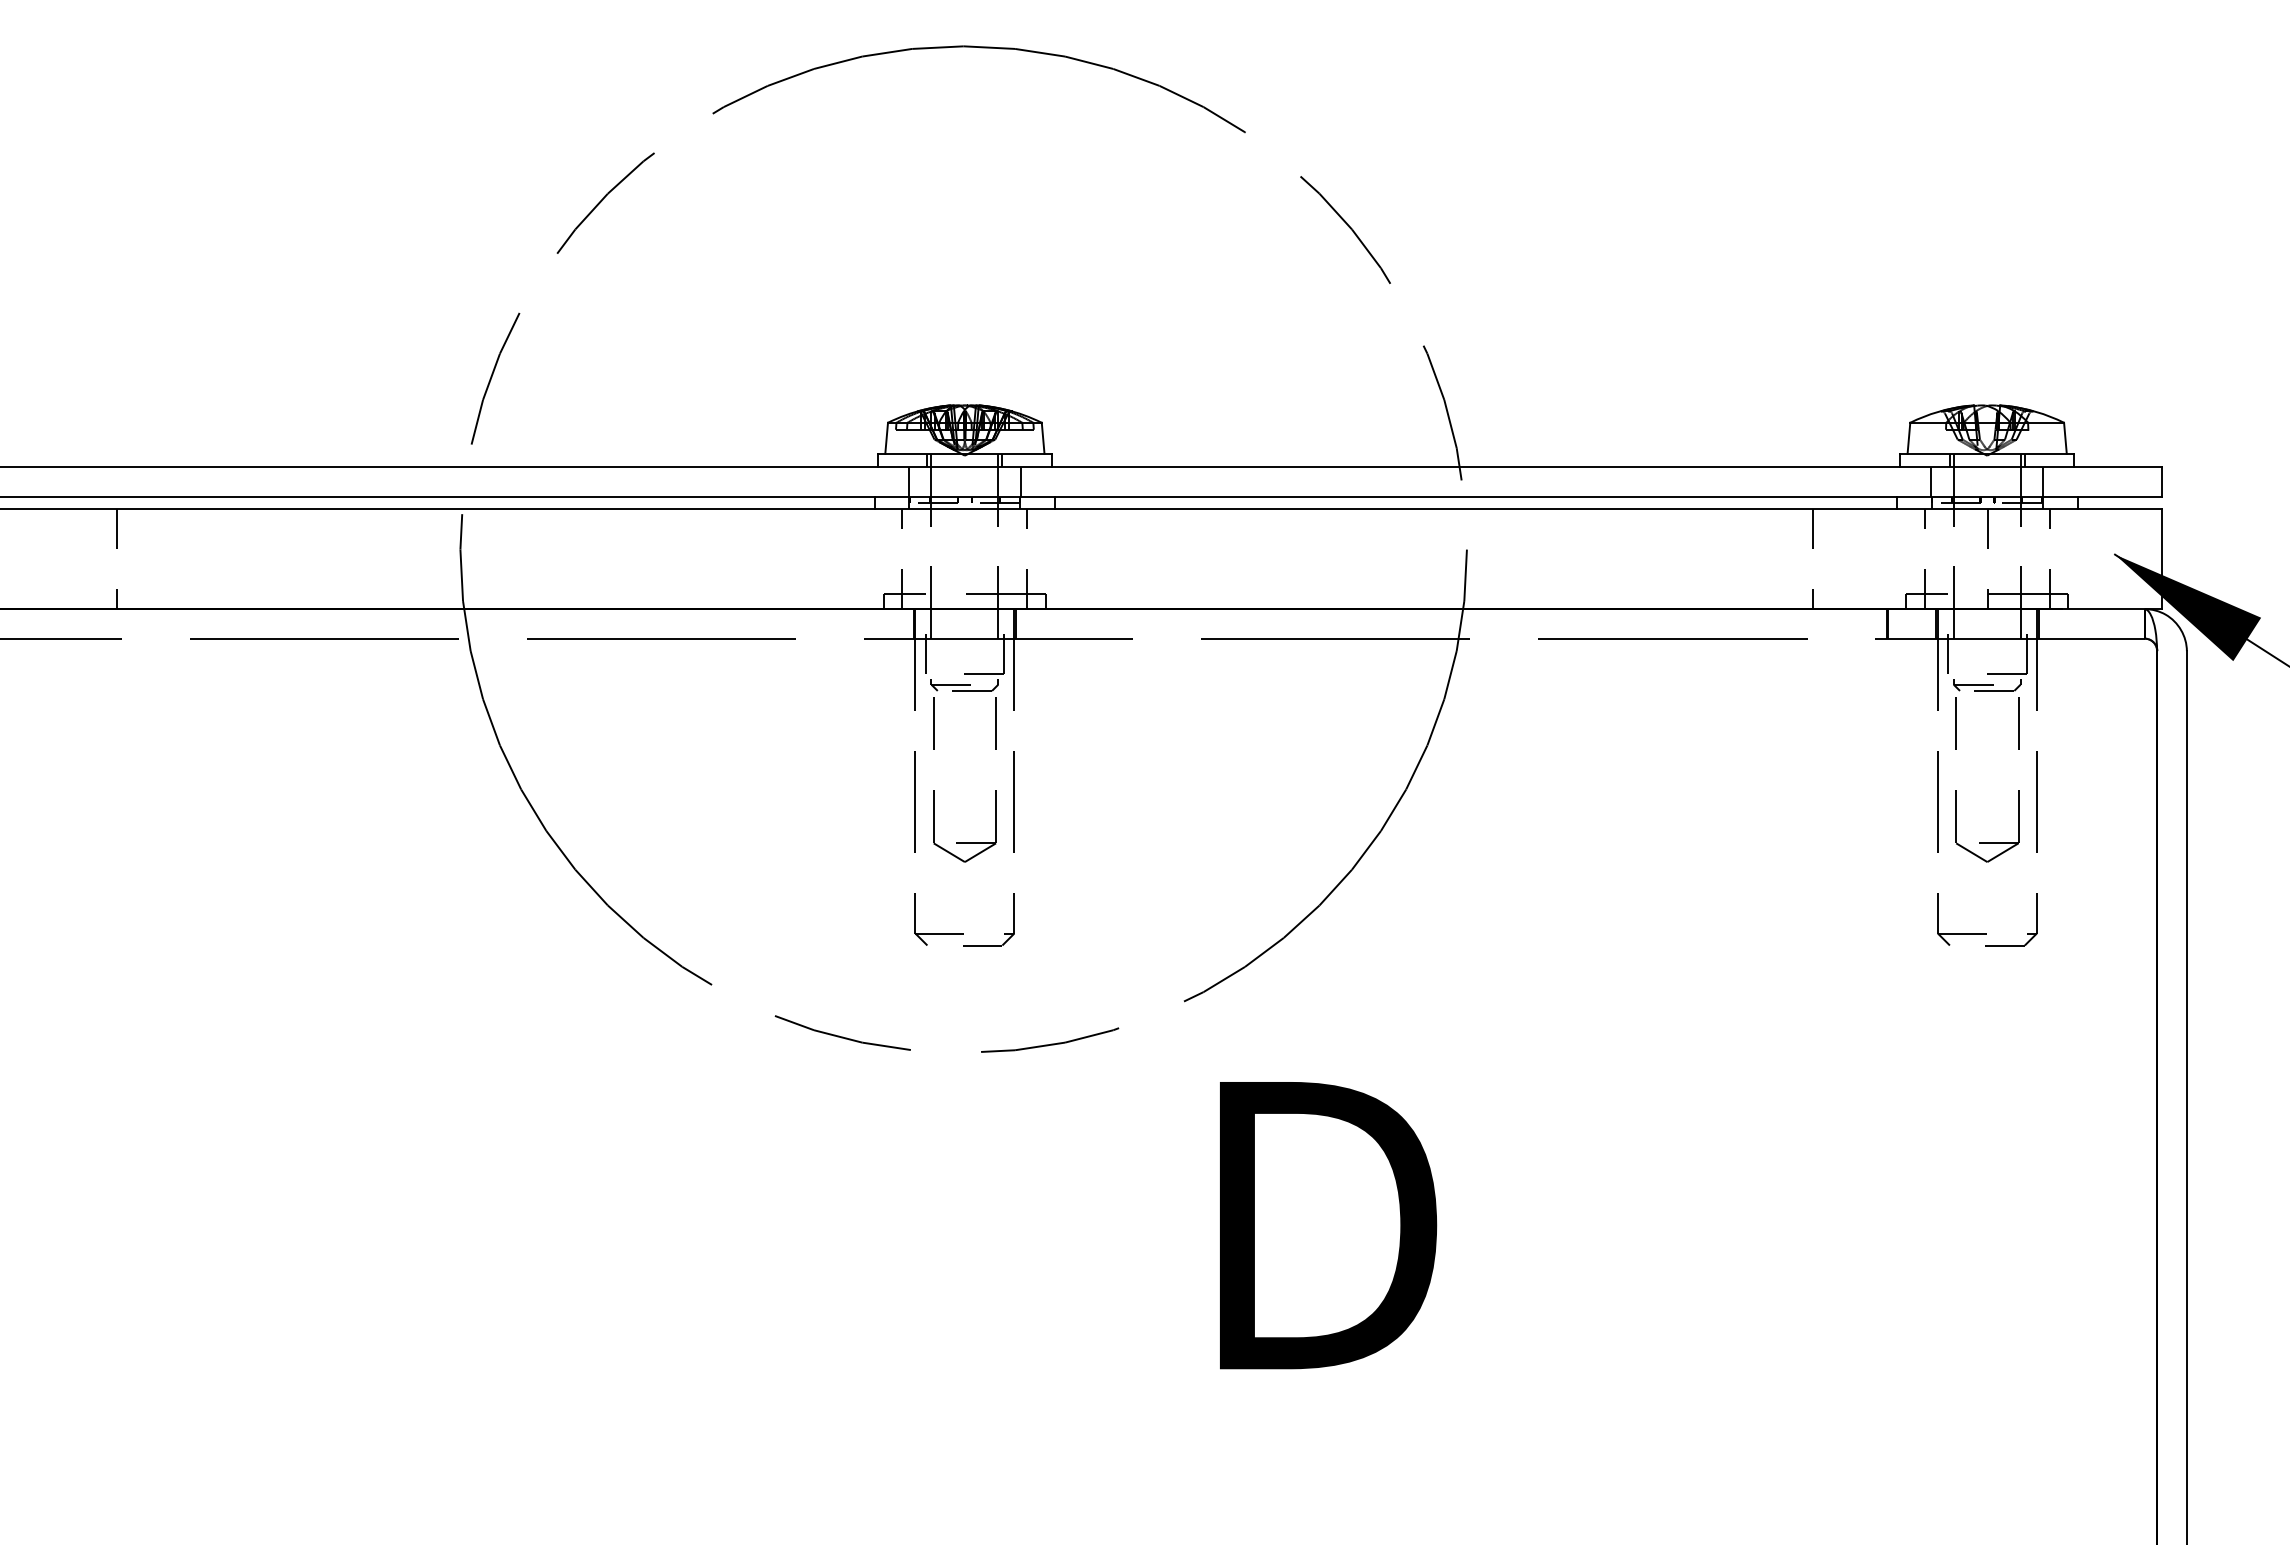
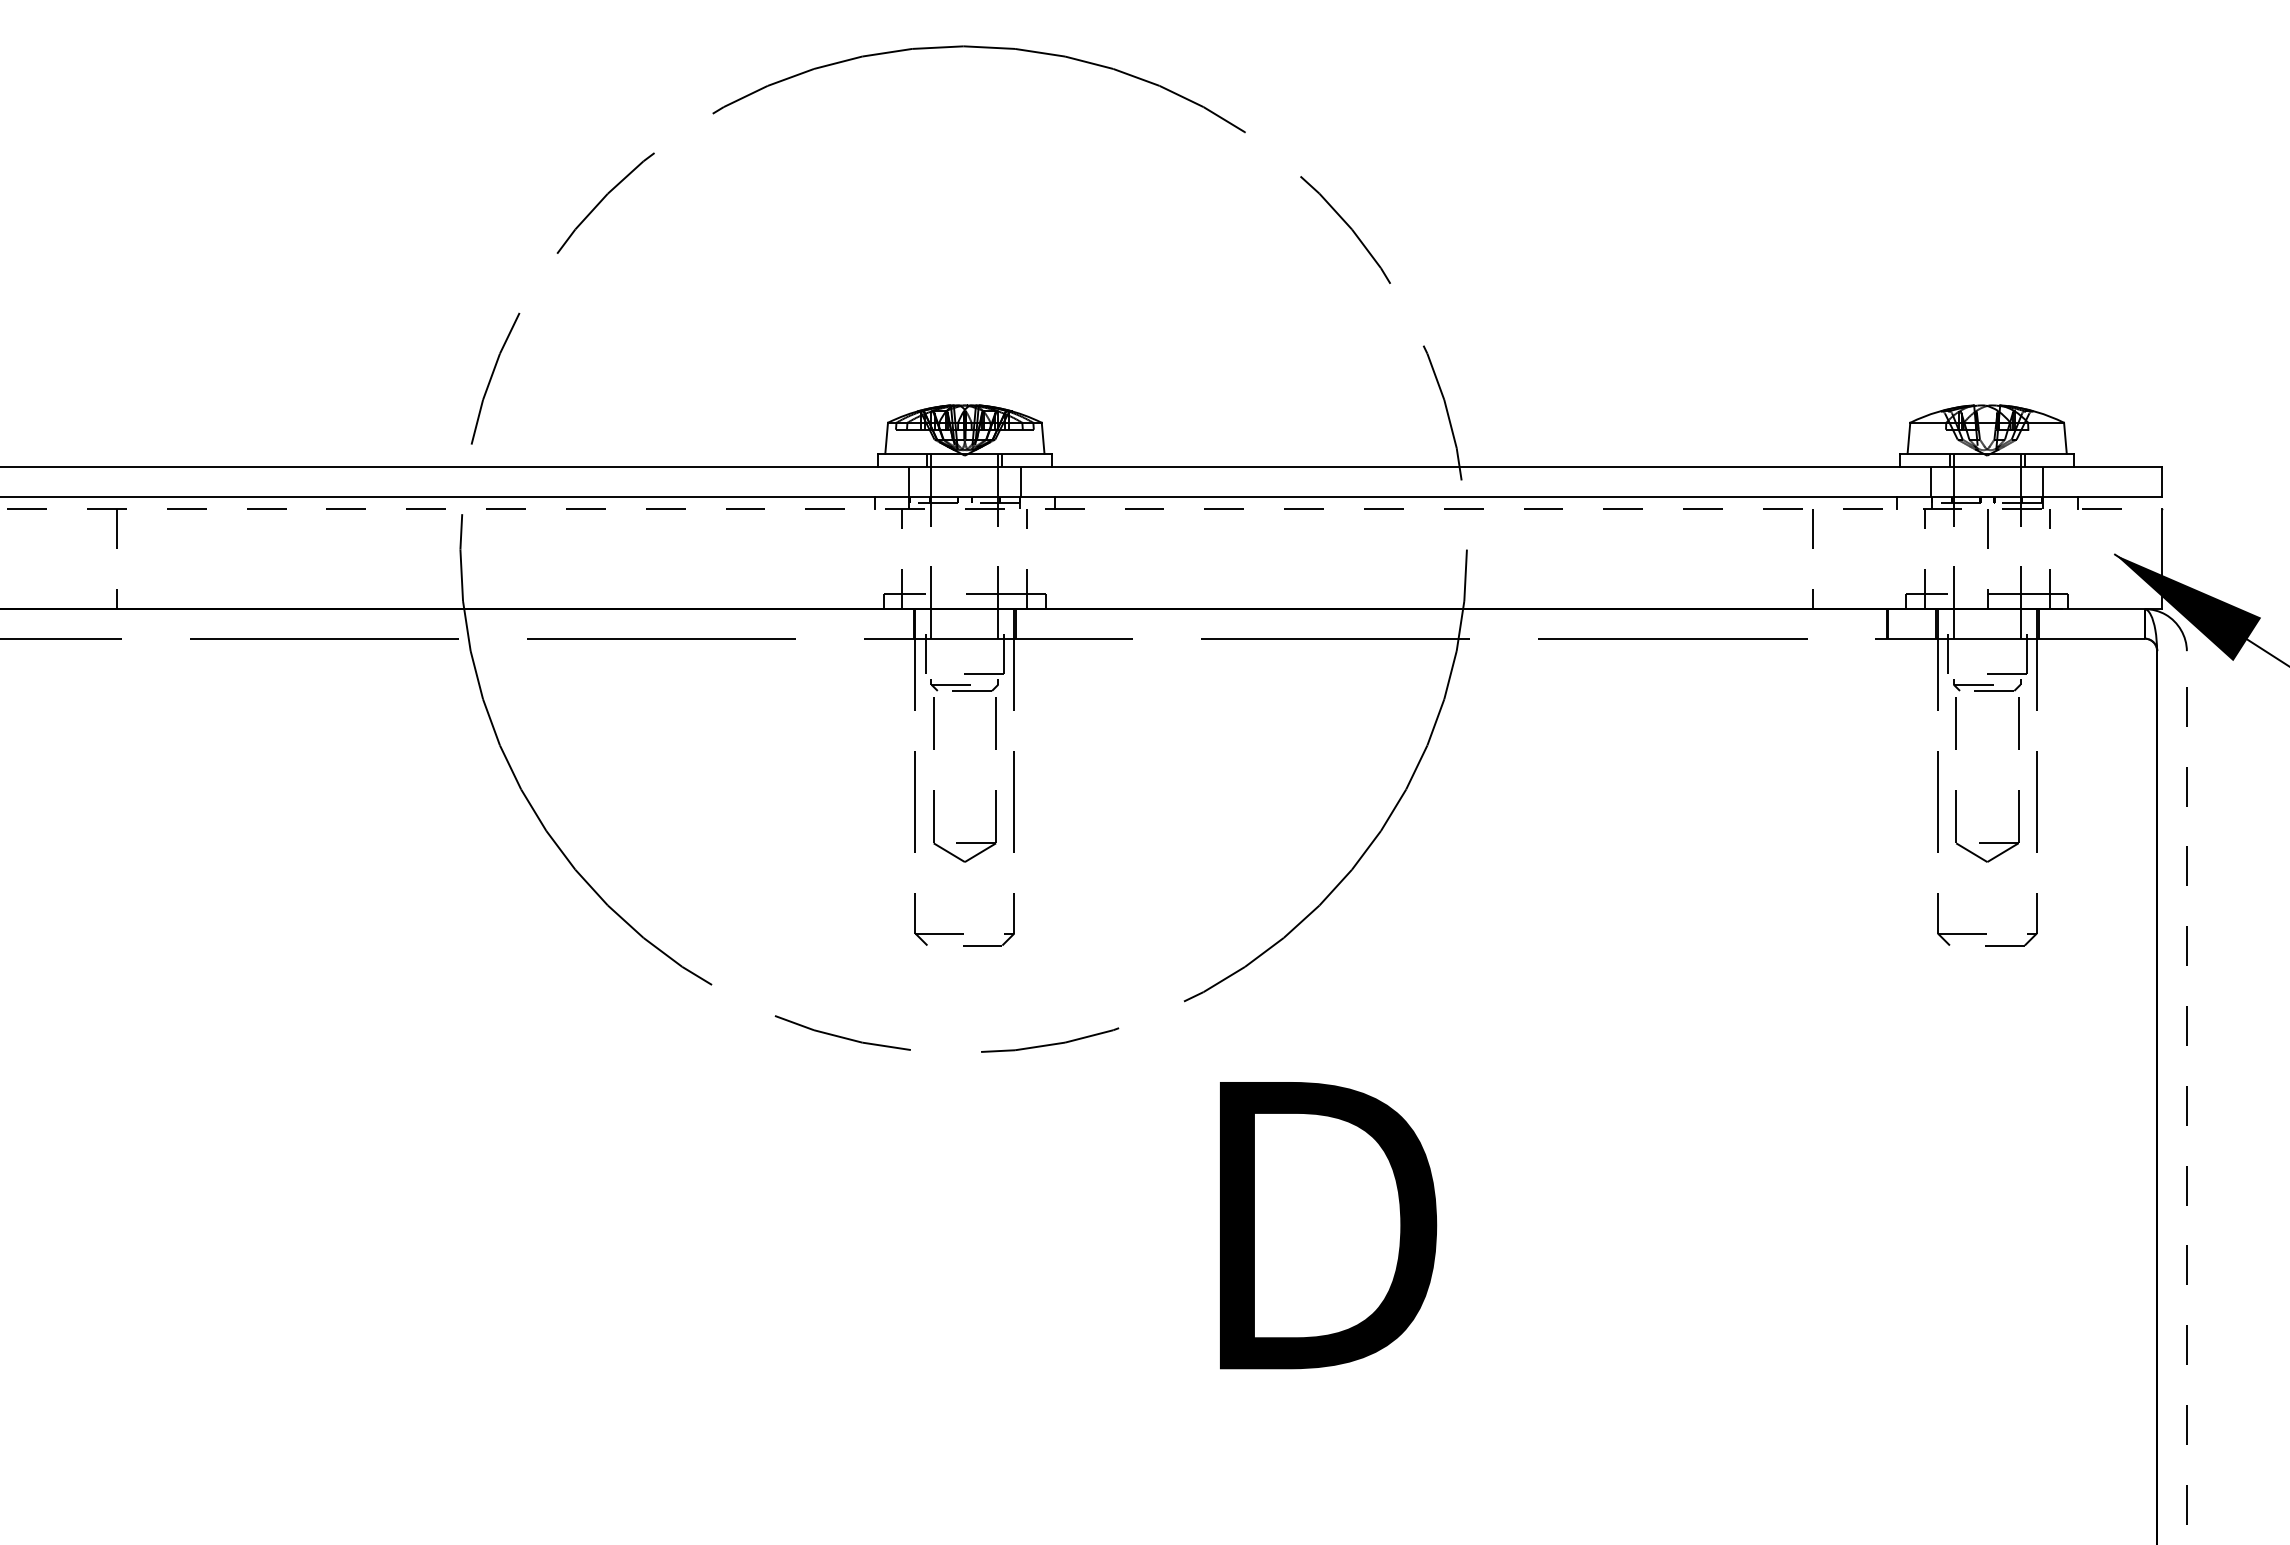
line at (1081, 509): solid -> dashed
line at (2186, 1097): solid -> dashed
